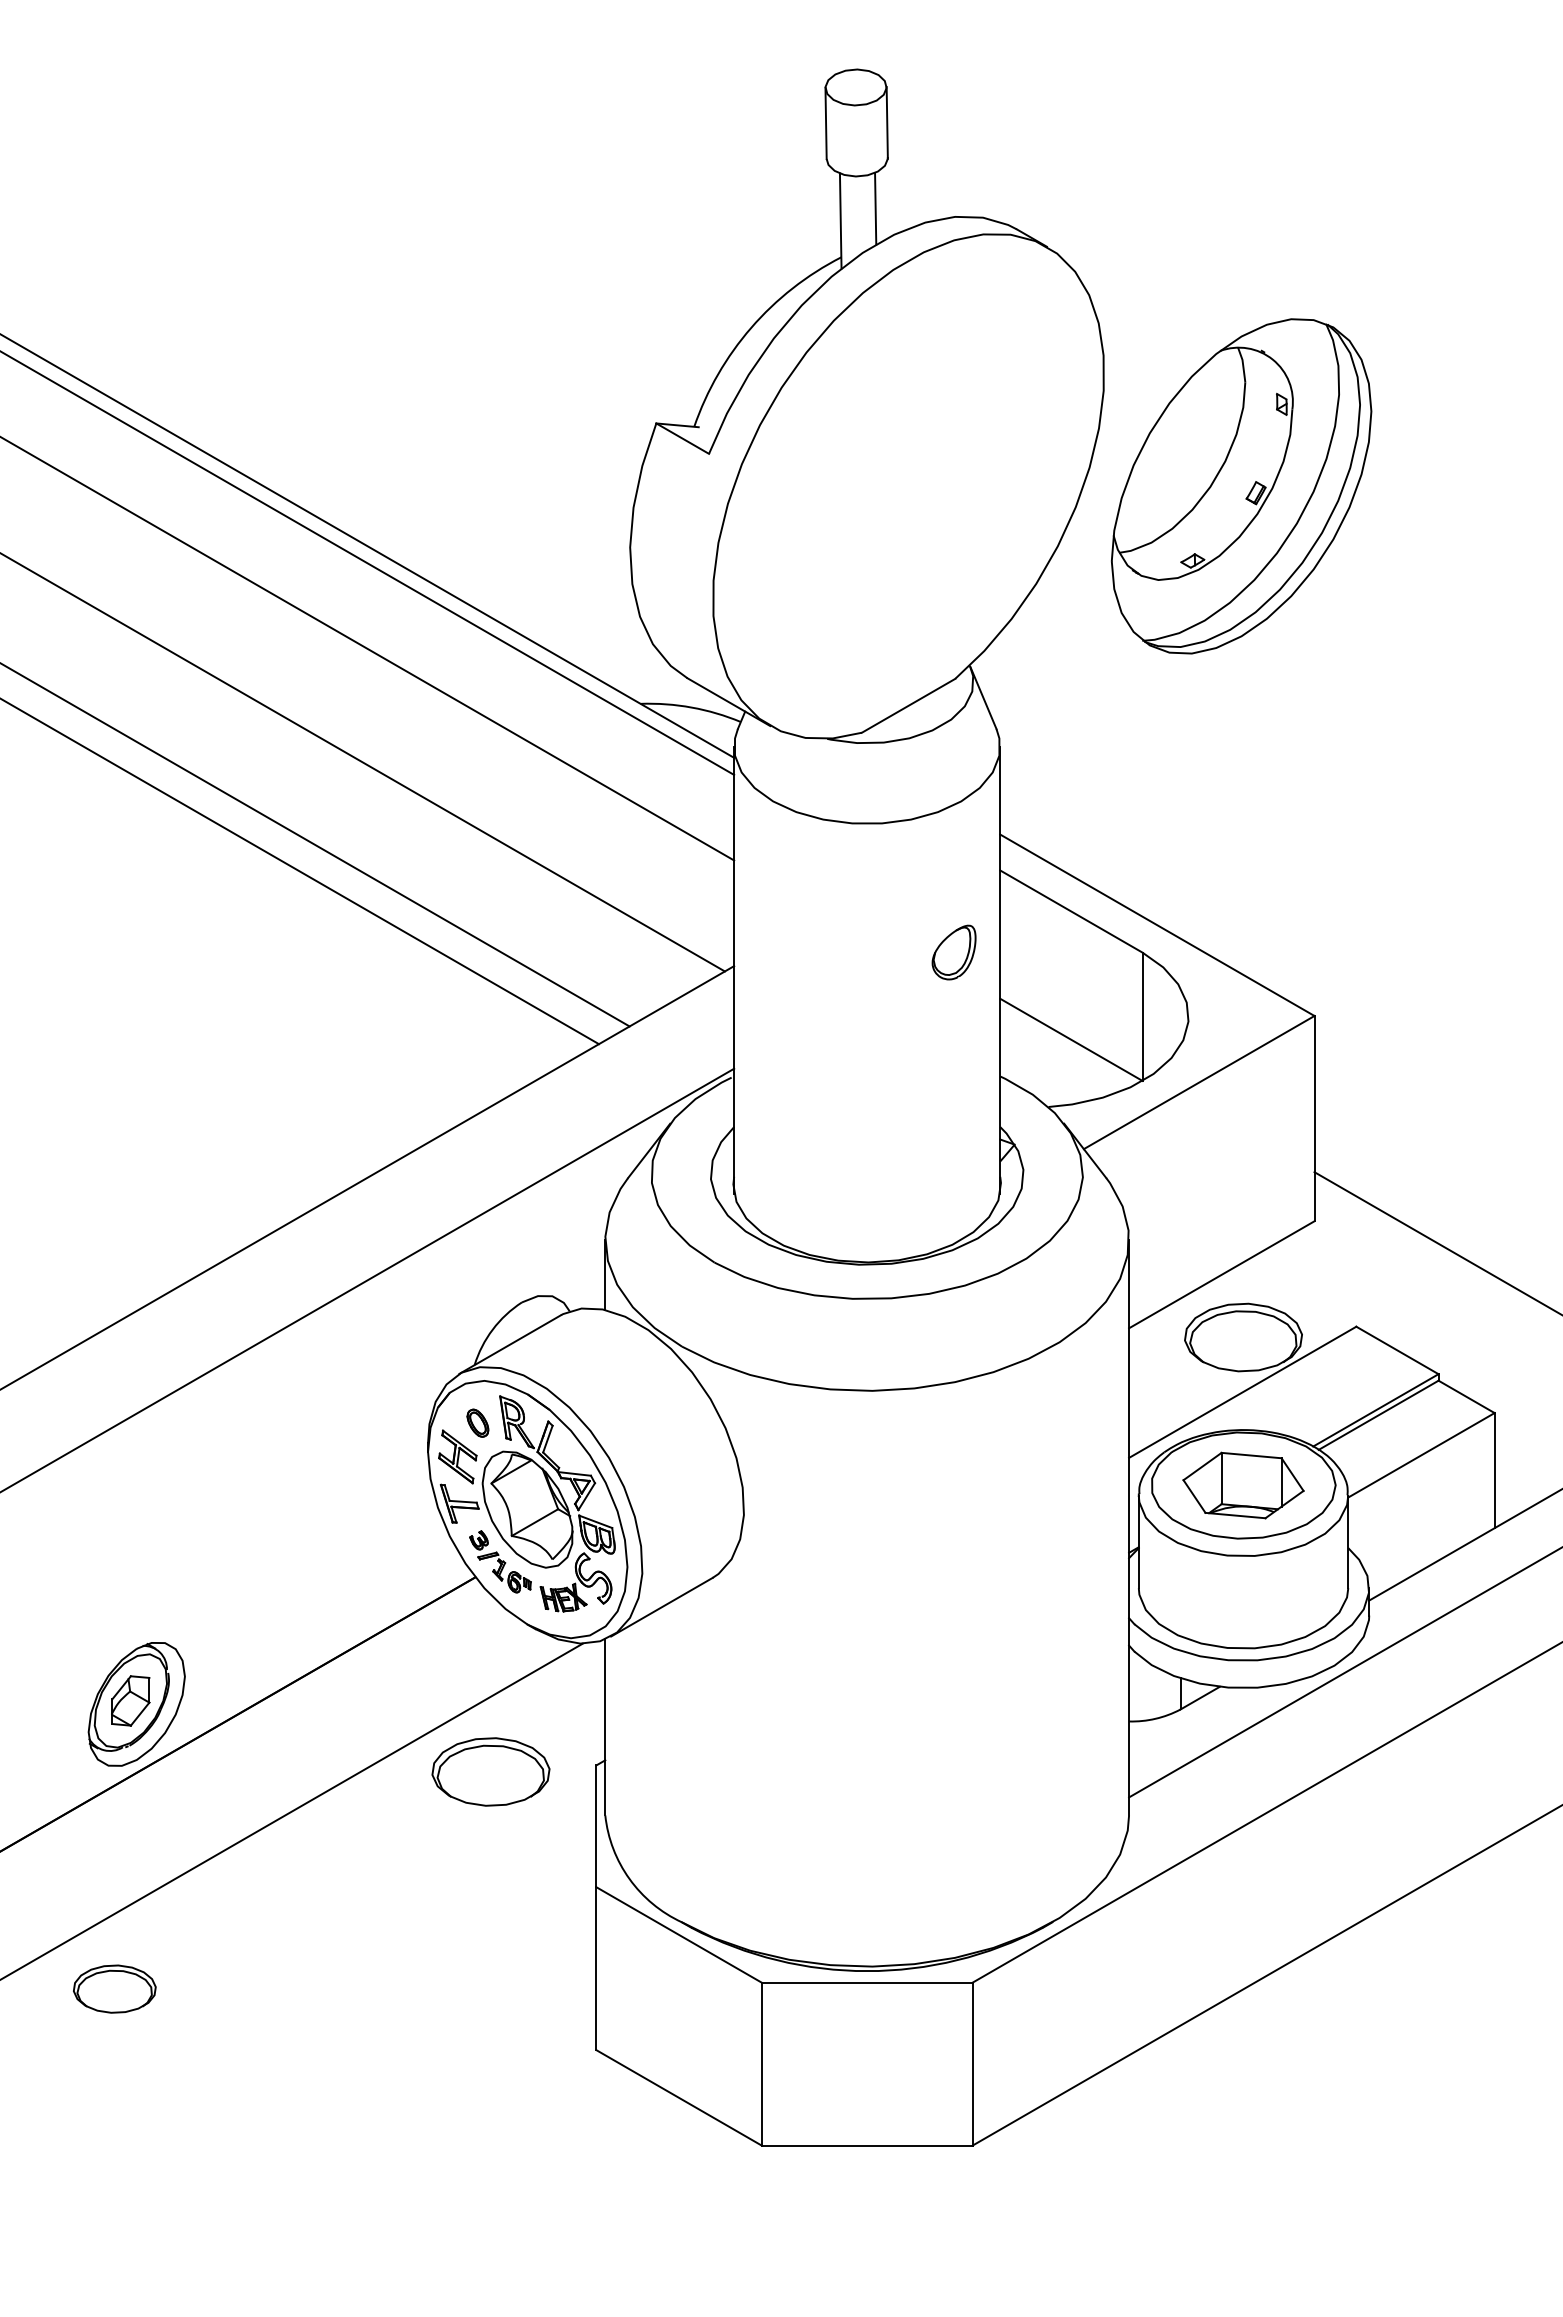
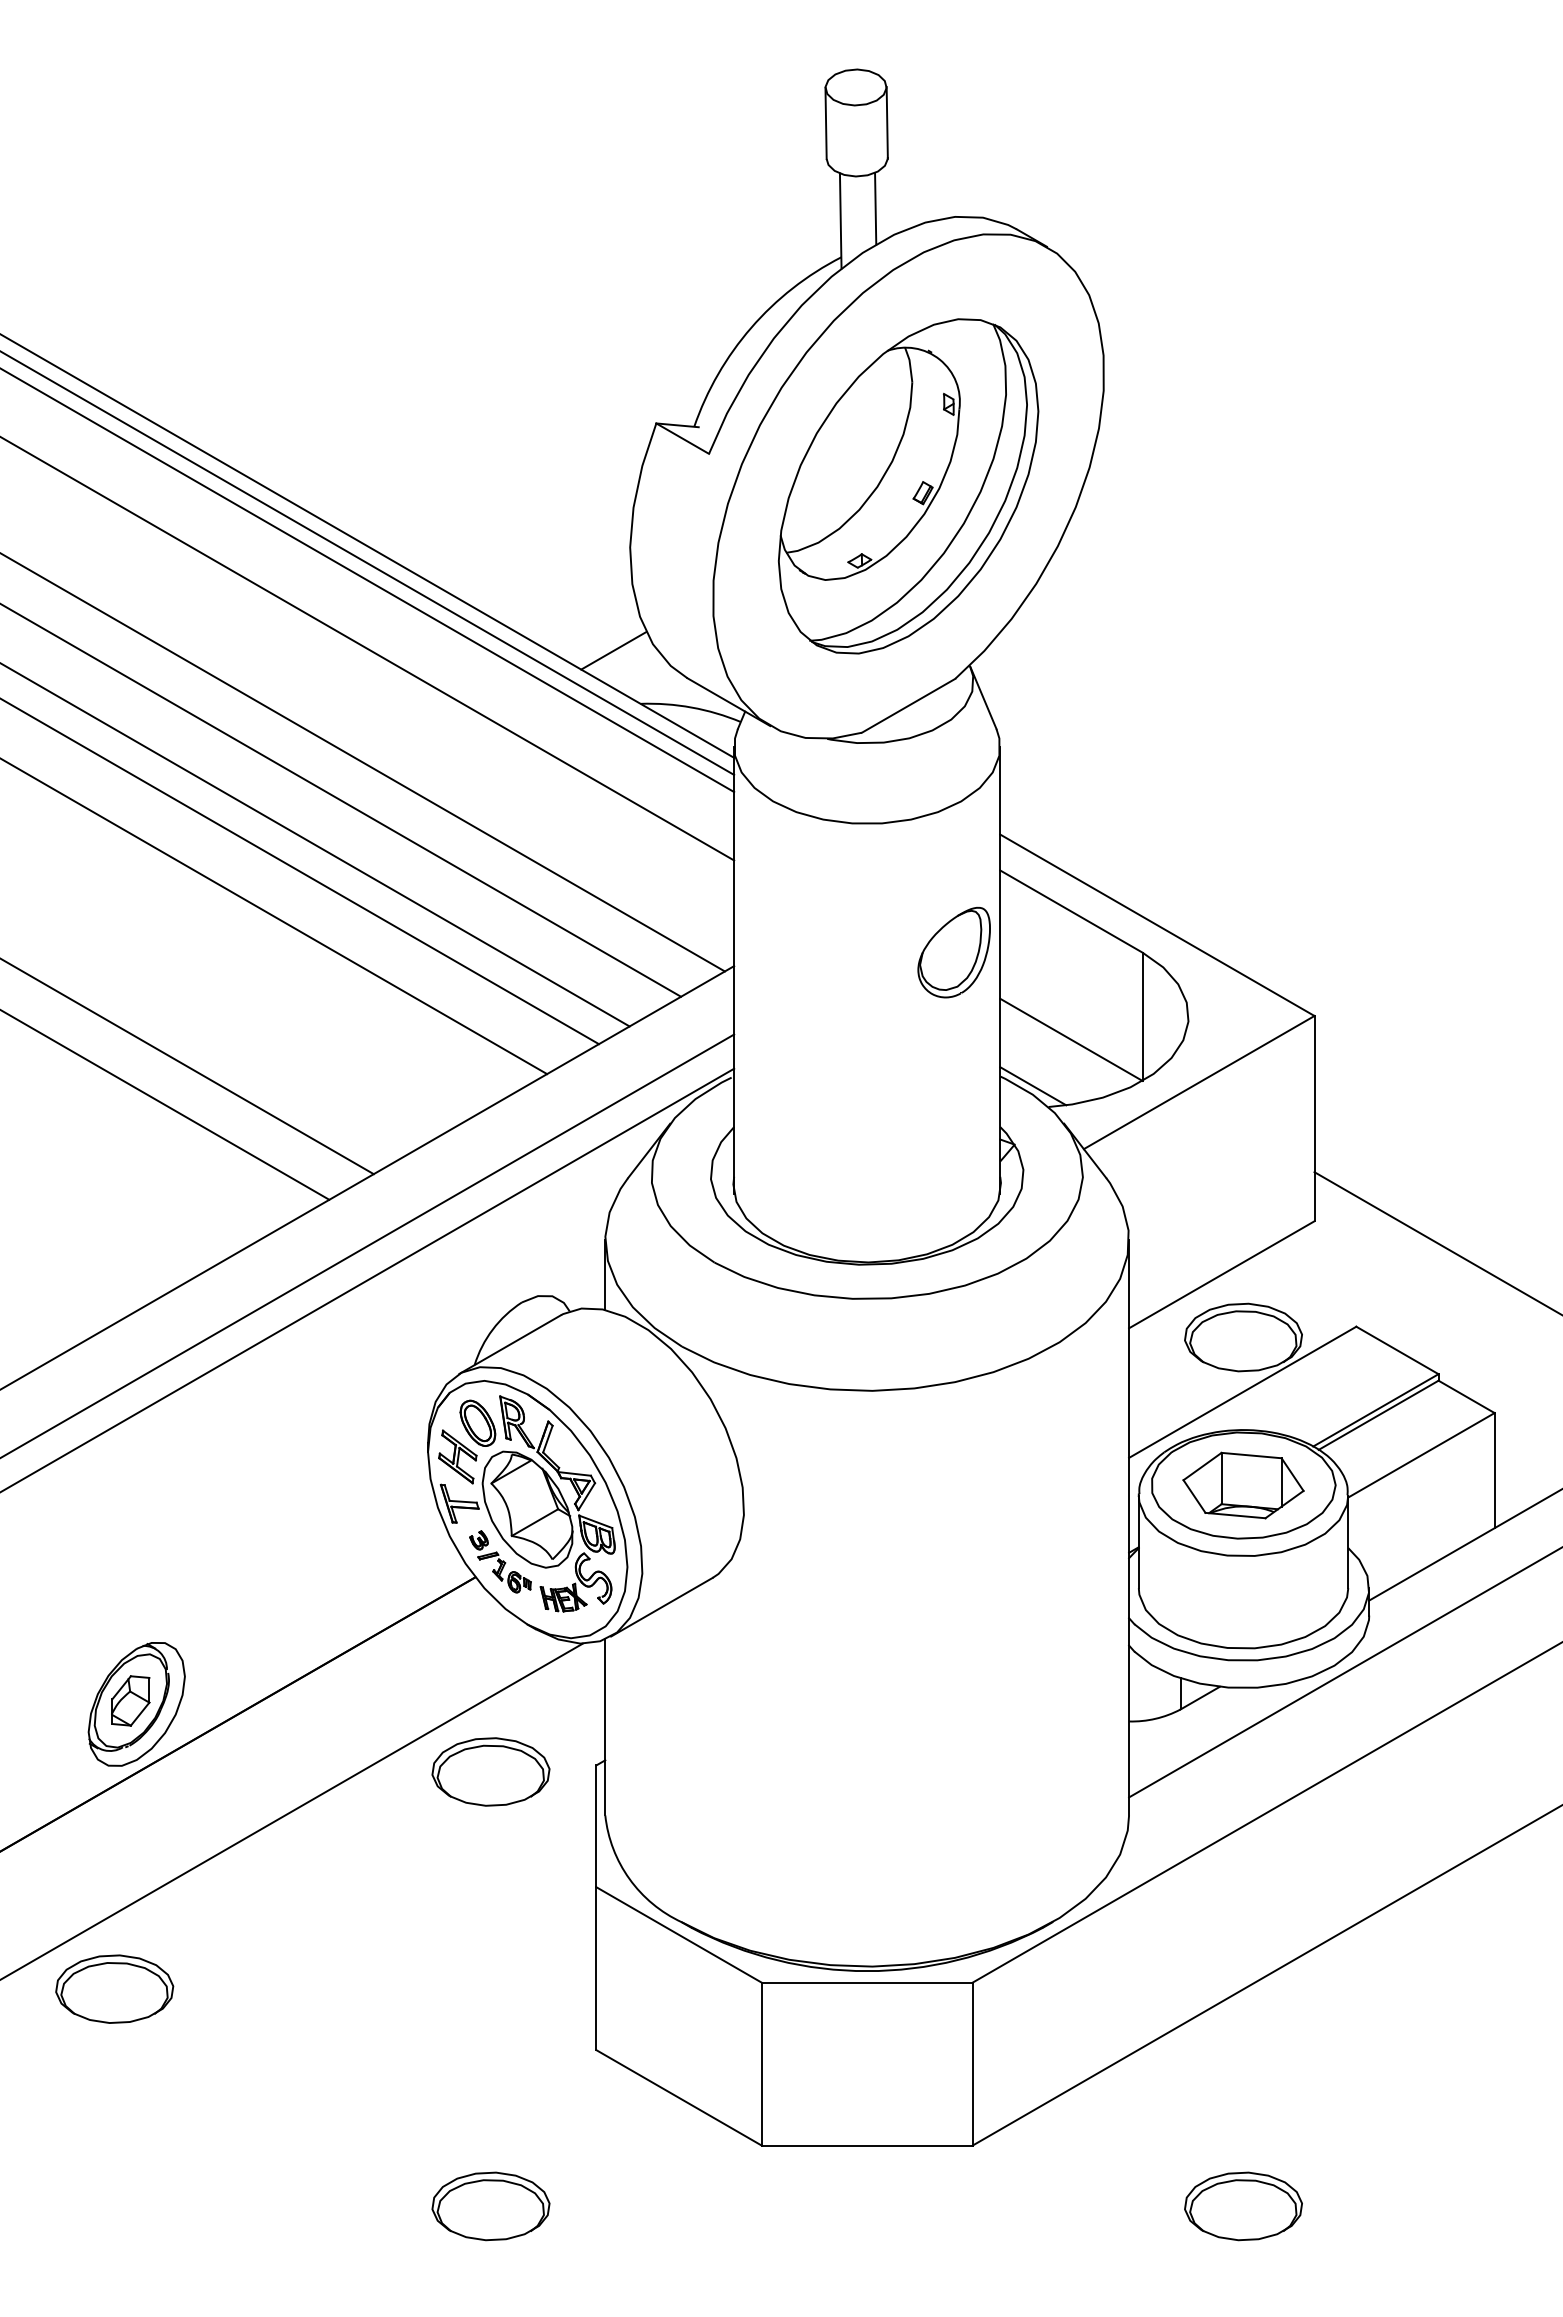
part at (1241, 486) position: (1241, 486) -> (908, 486)
line at (368, 580): none -> present
line at (613, 650): none -> present
line at (341, 800): none -> present
line at (274, 916): none -> present
part at (953, 952) size: 46x57 px -> 74x93 px
line at (187, 1066): none -> present
line at (1033, 1086): none -> present
line at (165, 1105): none -> present
line at (368, 1245): none -> present
part at (477, 1422) size: 24x30 px -> 38x48 px
part at (114, 1988) size: 84x50 px -> 120x70 px
part at (490, 2206): none -> present
part at (1243, 2206): none -> present
